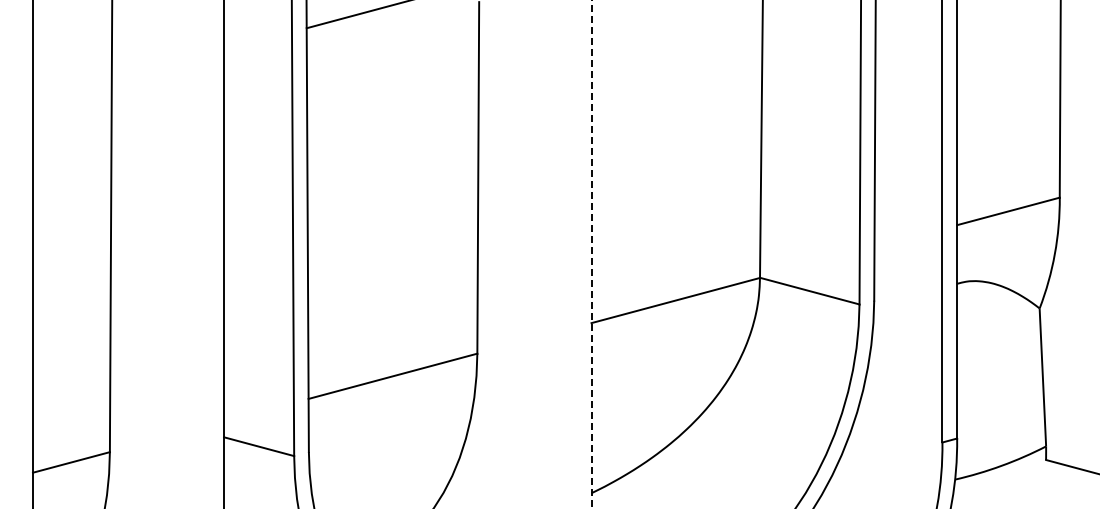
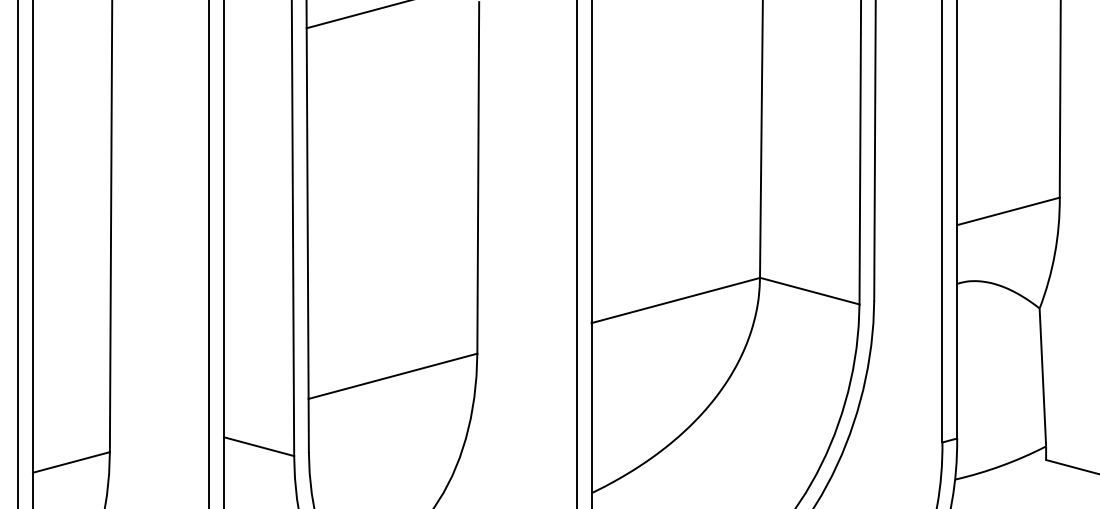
line at (18, 253): none -> present
line at (209, 253): none -> present
line at (576, 253): none -> present
line at (591, 254): dashed -> solid
